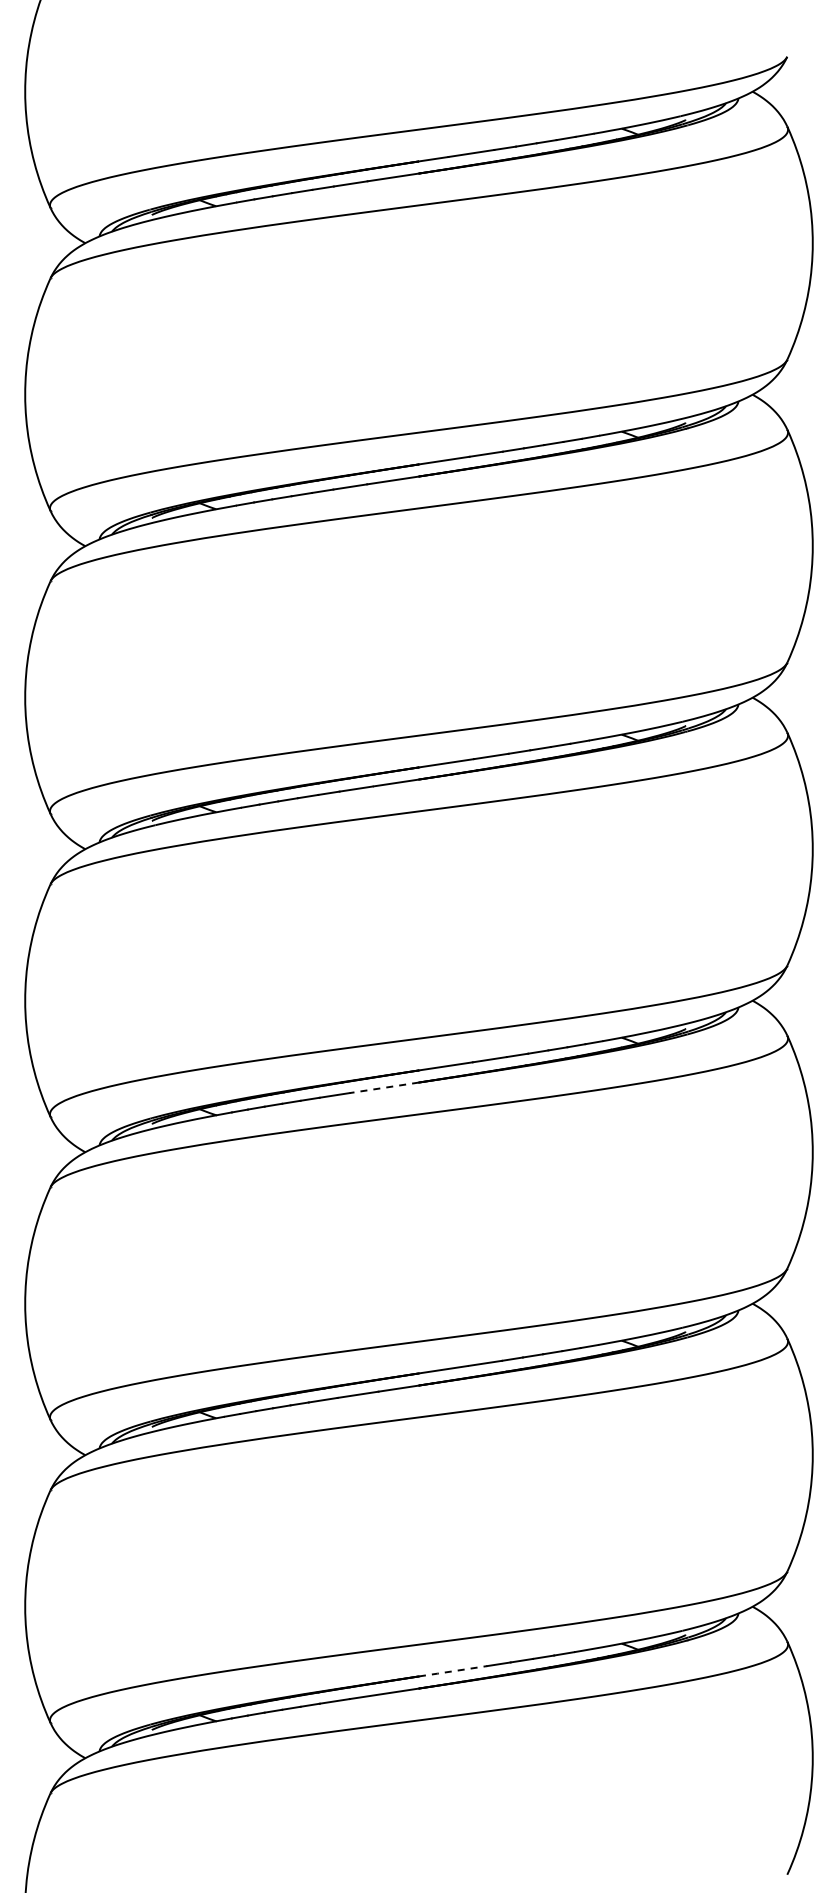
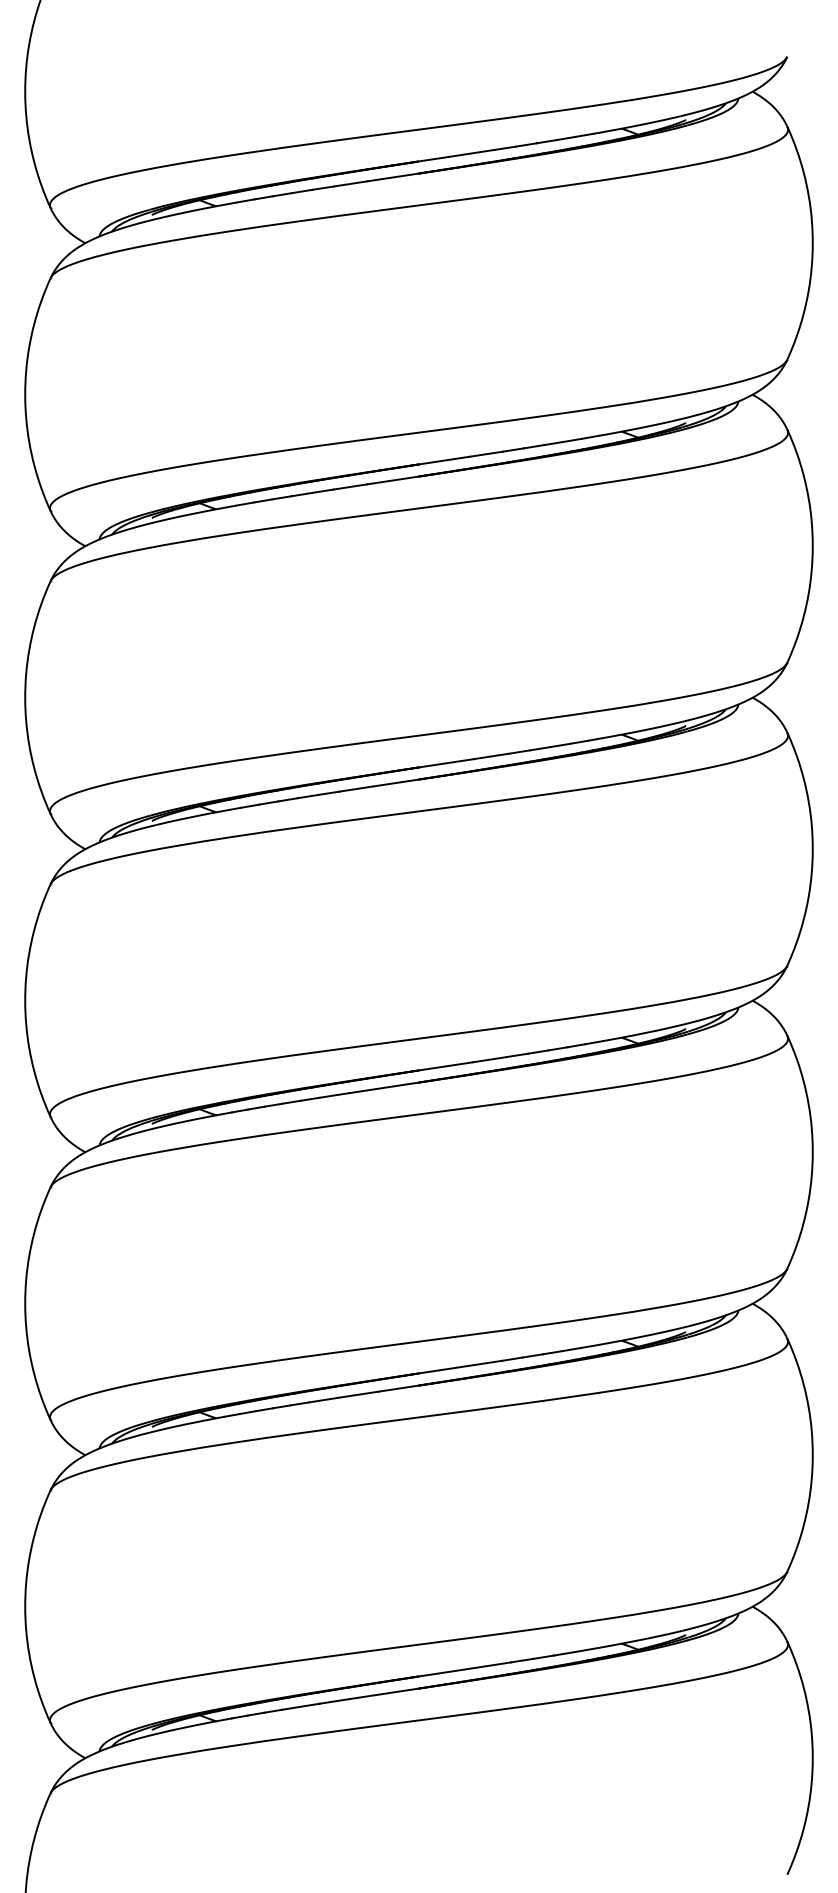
line at (383, 1087): dashed -> solid
line at (453, 1671): dashed -> solid
